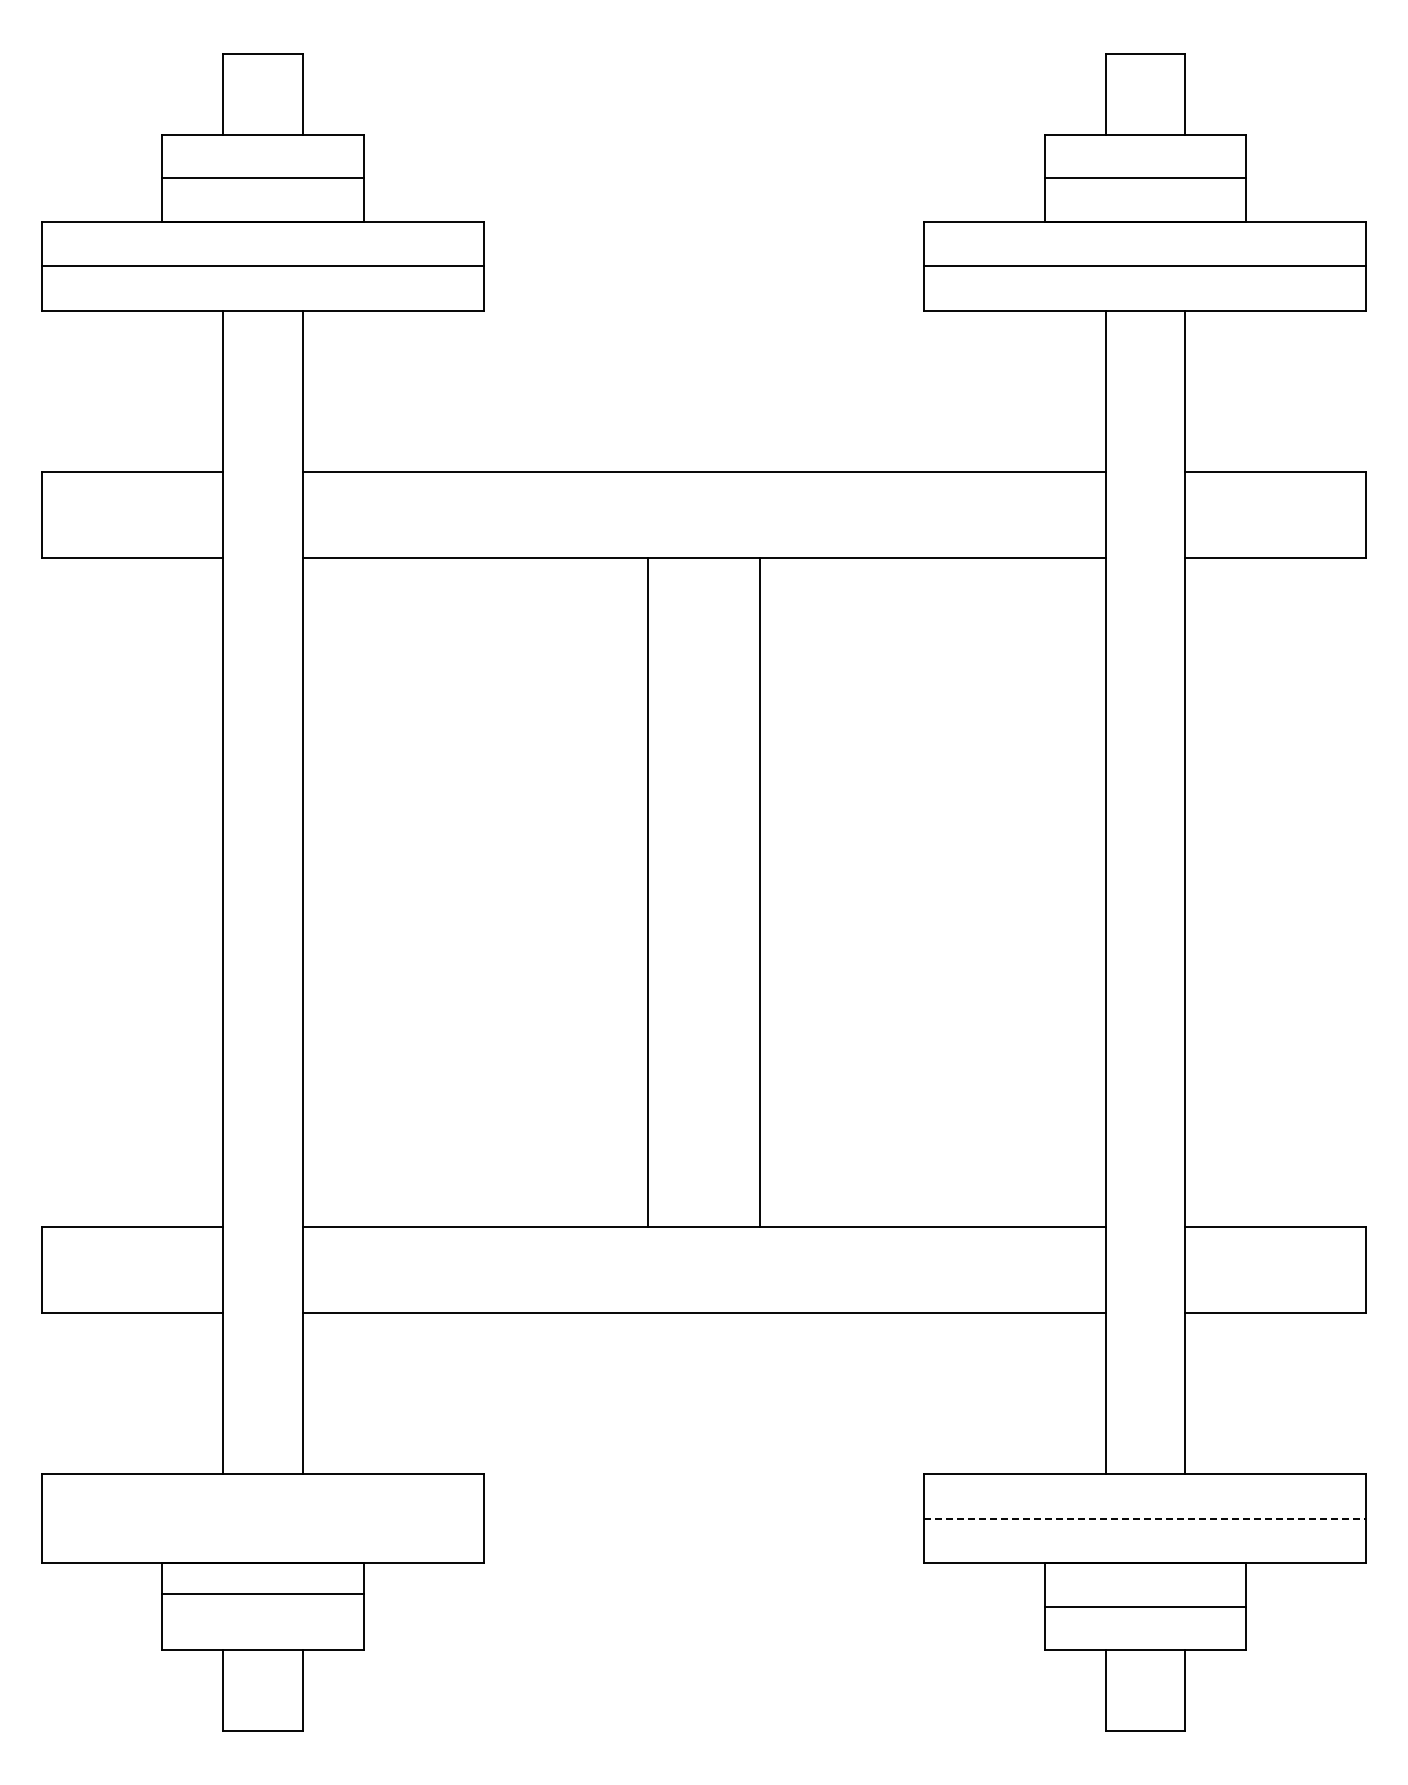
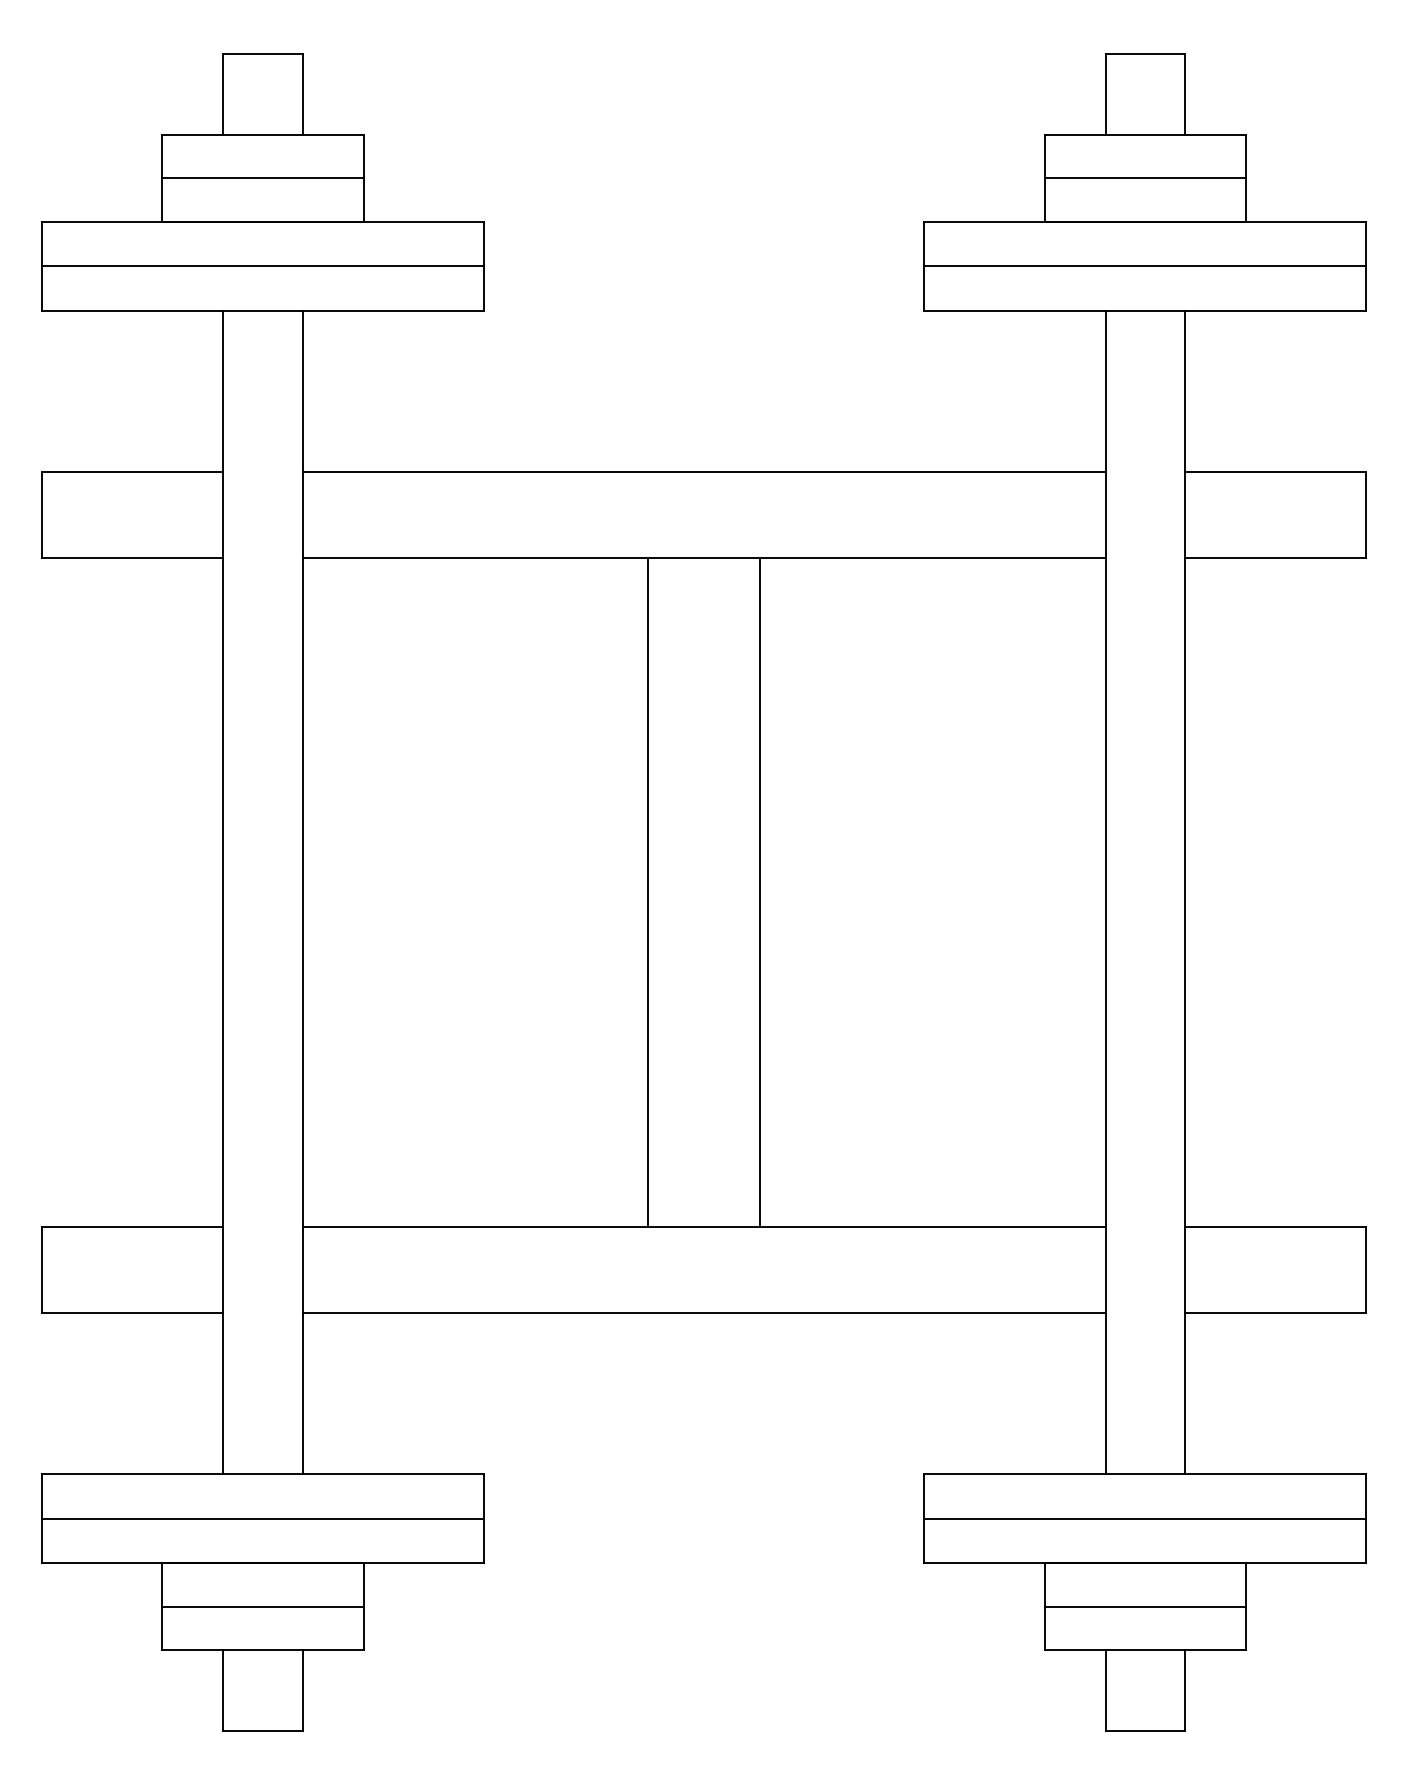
line at (262, 1518): none -> present
line at (1145, 1518): dashed -> solid
line at (262, 1593) position: (262, 1593) -> (262, 1606)
